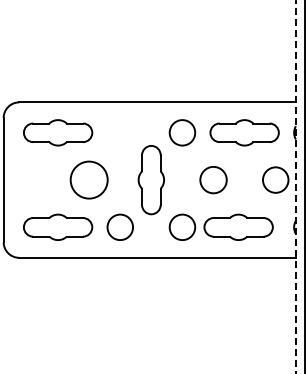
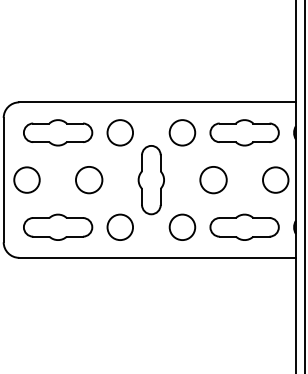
circle at (119, 132): none -> present
circle at (26, 179): none -> present
circle at (88, 179) diameter: 37 px -> 26 px
line at (295, 187): dashed -> solid
part at (238, 226) position: (238, 226) -> (244, 226)
